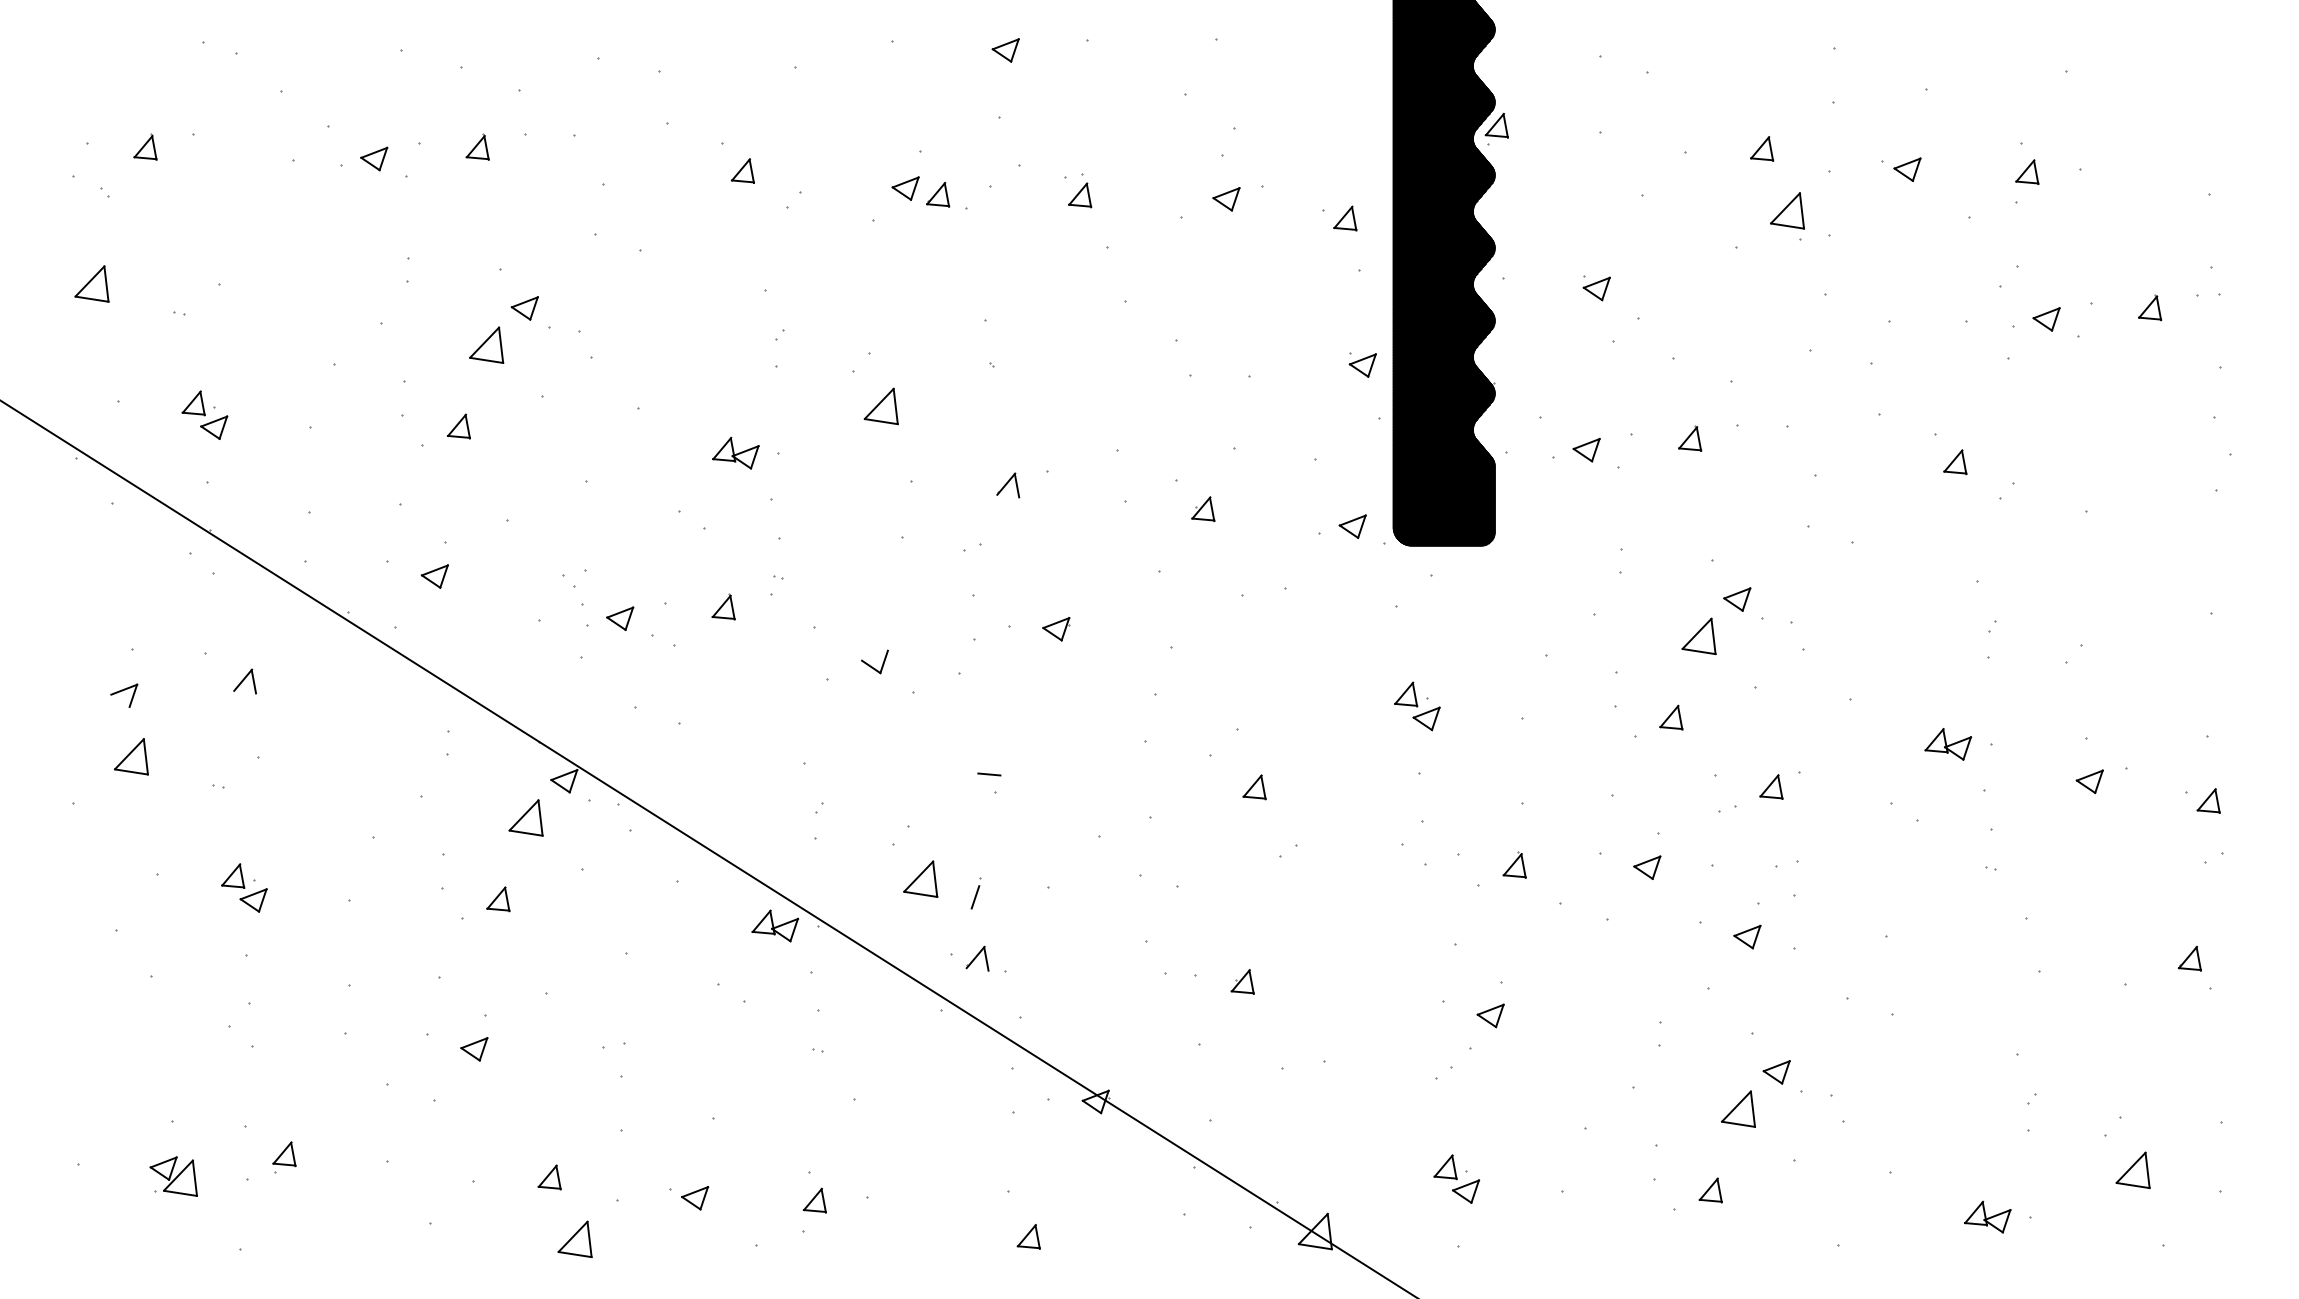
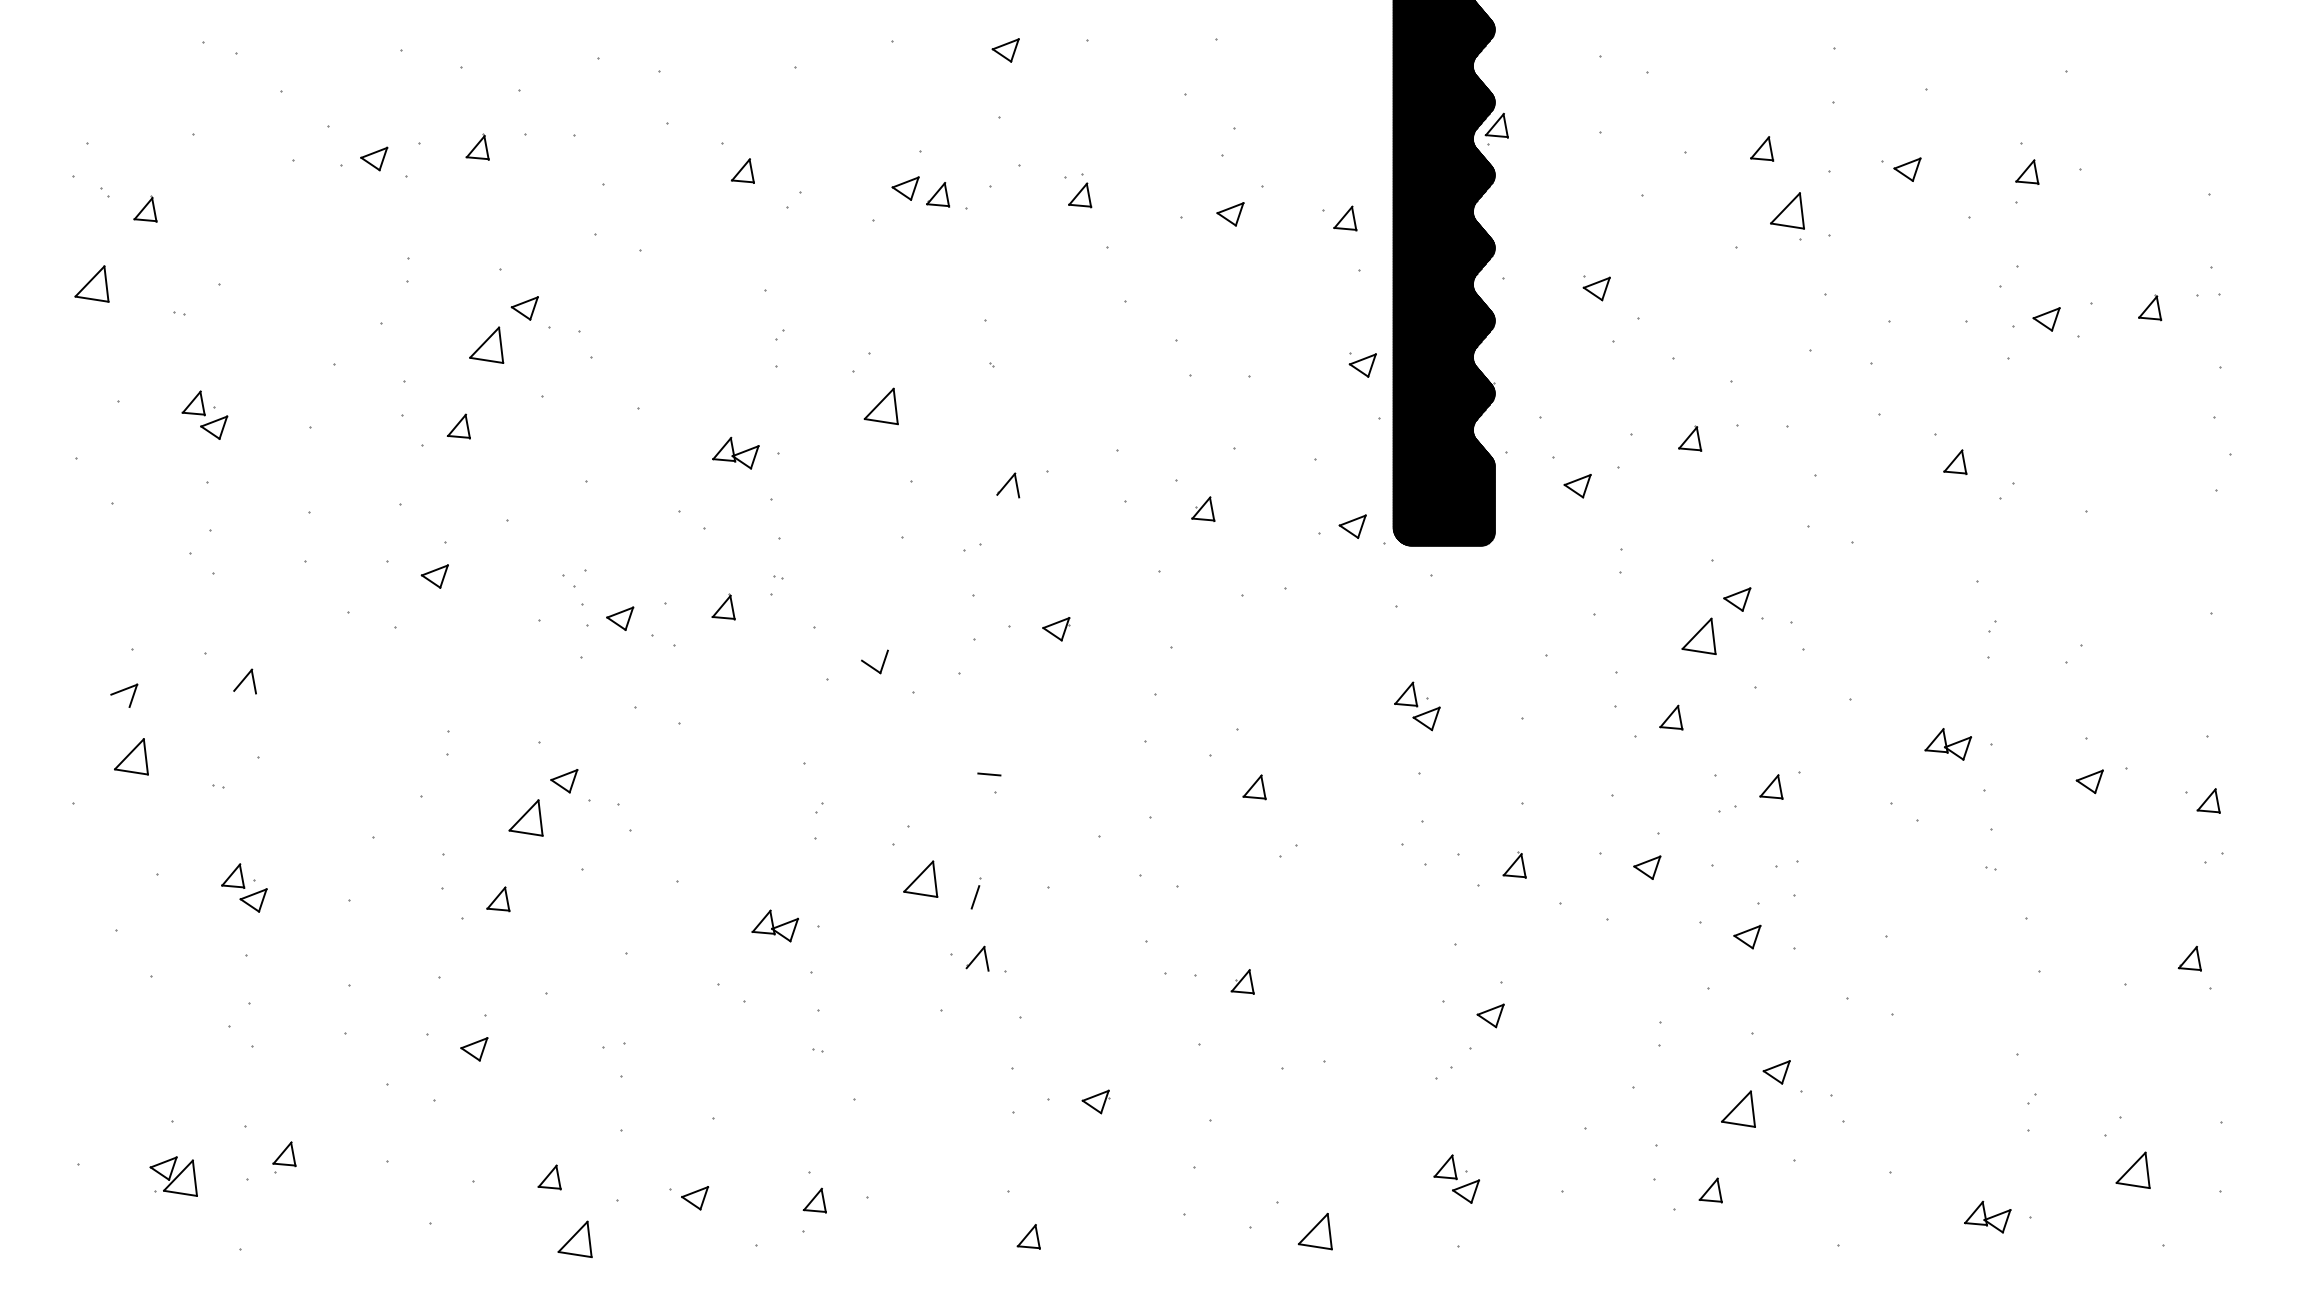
part at (145, 146) position: (145, 146) -> (145, 208)
part at (1226, 199) position: (1226, 199) -> (1230, 214)
part at (1586, 450) position: (1586, 450) -> (1577, 486)
line at (708, 848): present -> none
